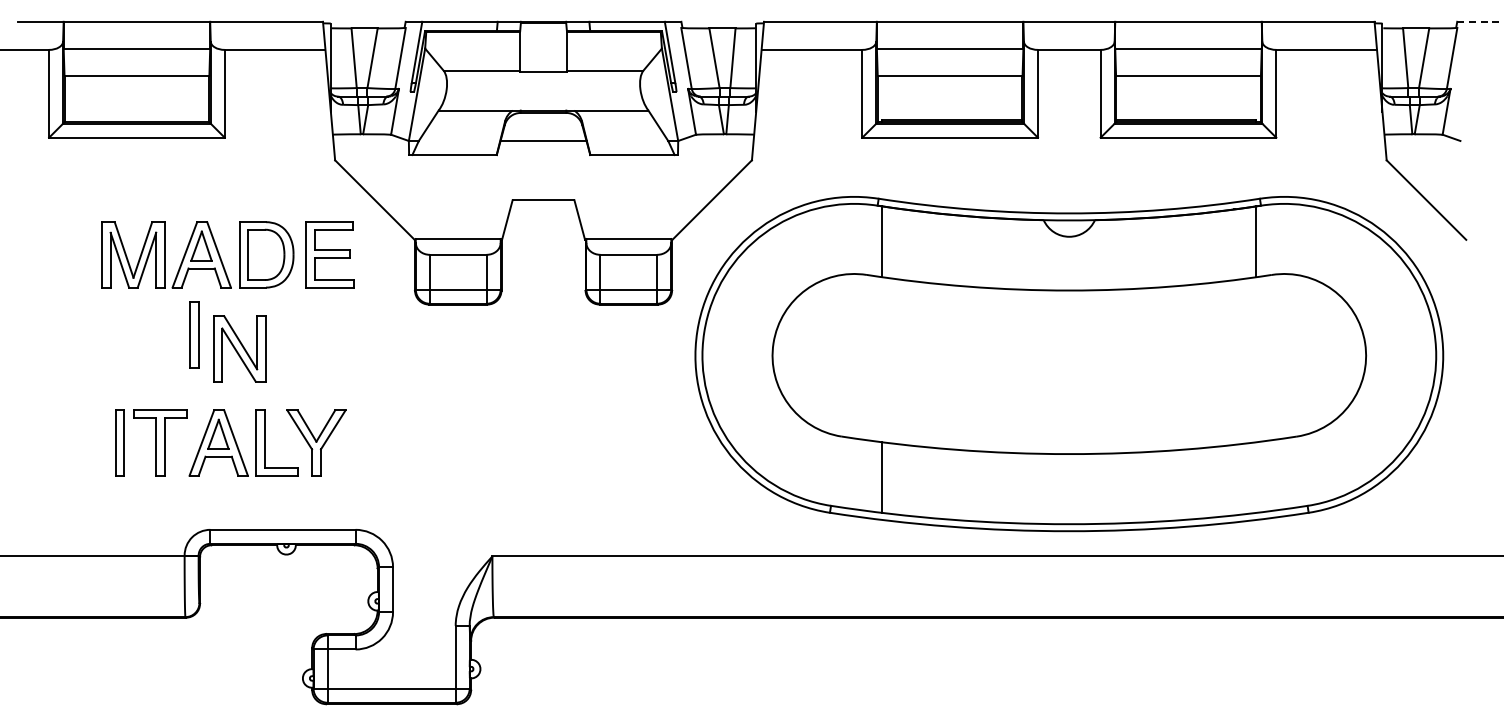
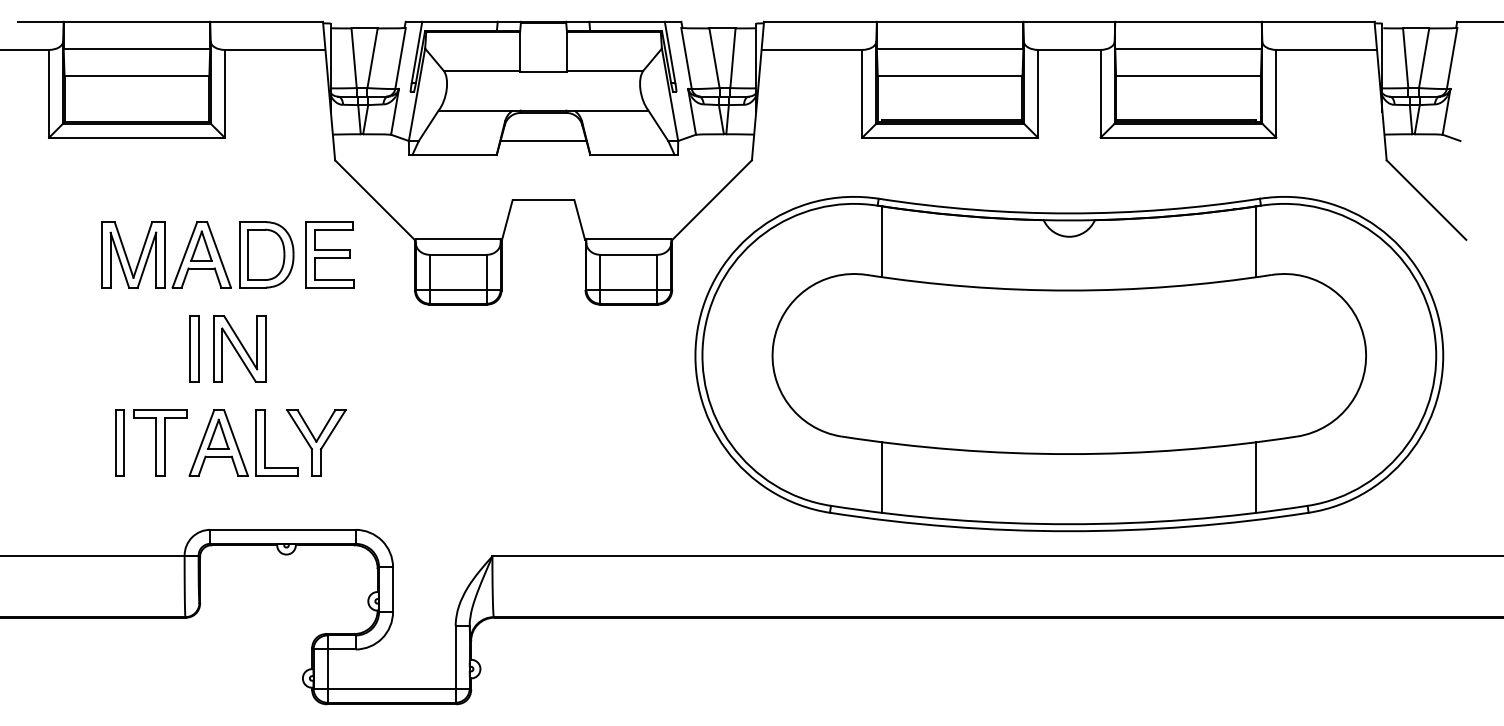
line at (1480, 21): dashed -> solid
part at (194, 334) position: (194, 334) -> (194, 348)
line at (1256, 477): none -> present
